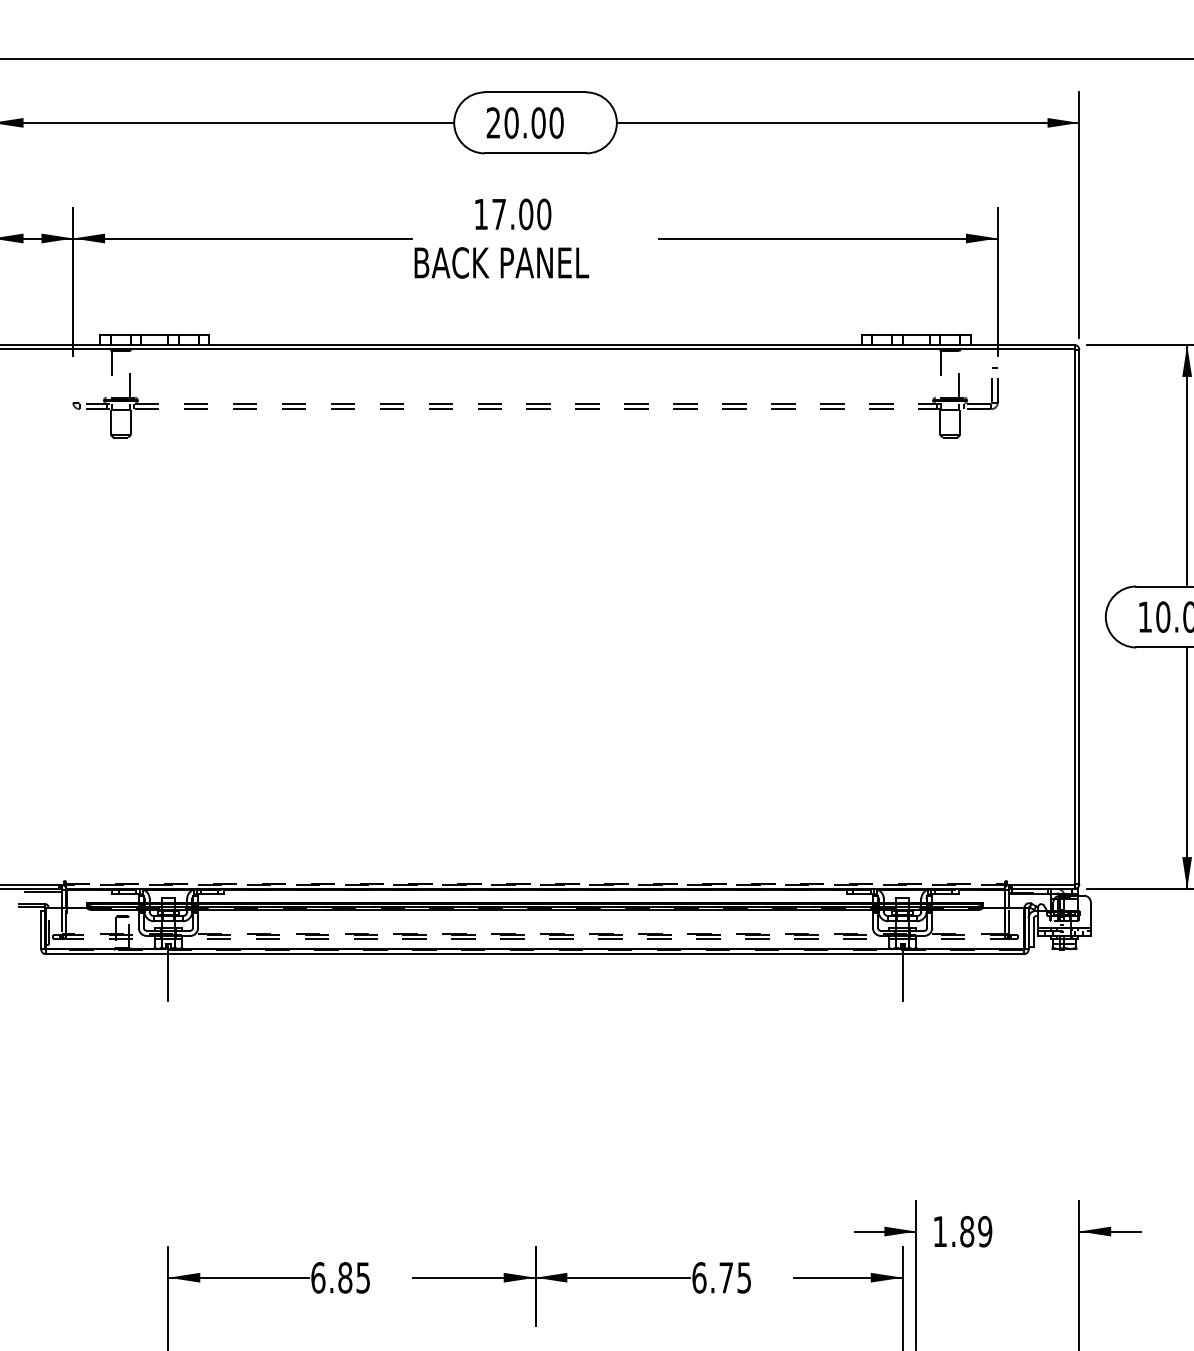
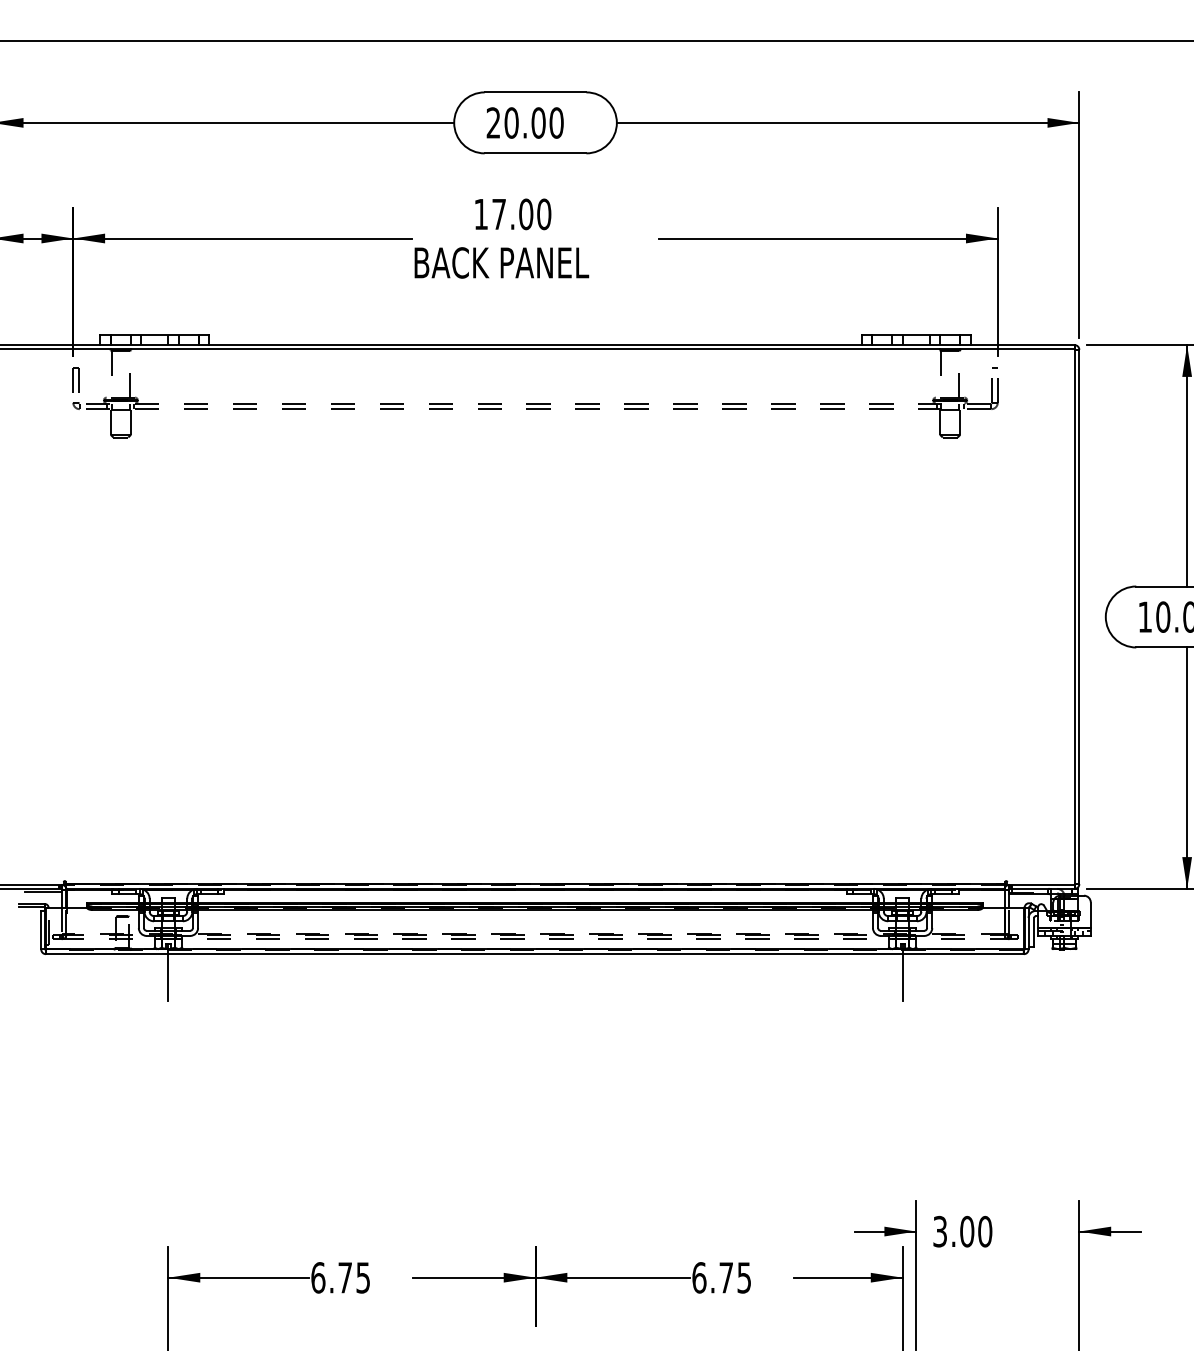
line at (596, 58) position: (596, 58) -> (596, 40)
part at (75, 379): none -> present
line at (535, 884): dashed -> solid
text at (962, 1231): 1.89 -> 3.00
text at (345, 1277): 6.85 -> 6.75
